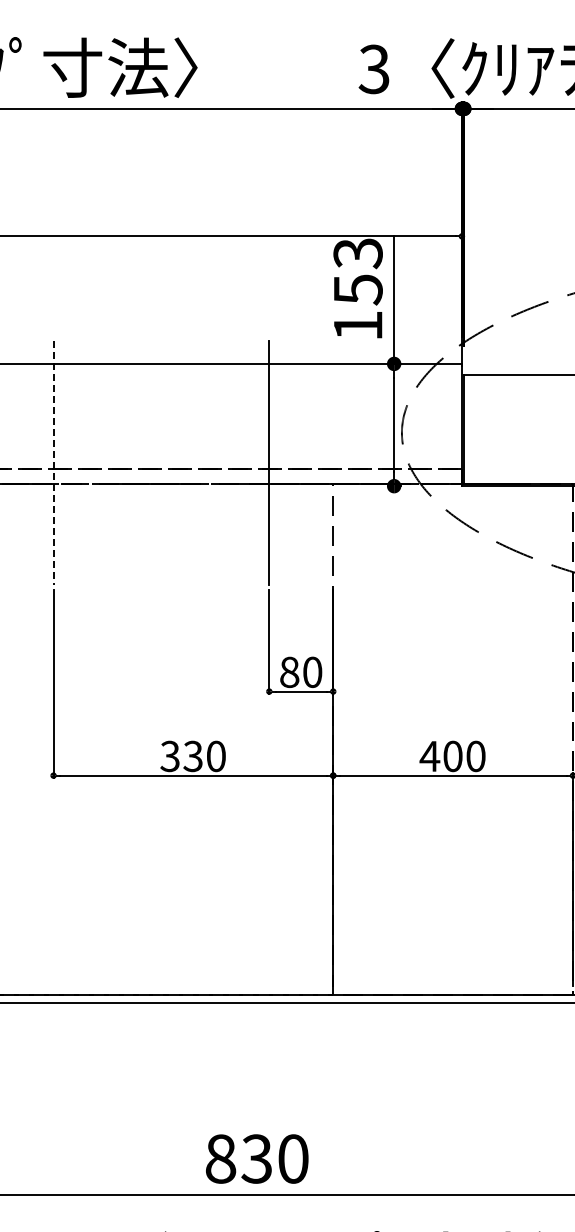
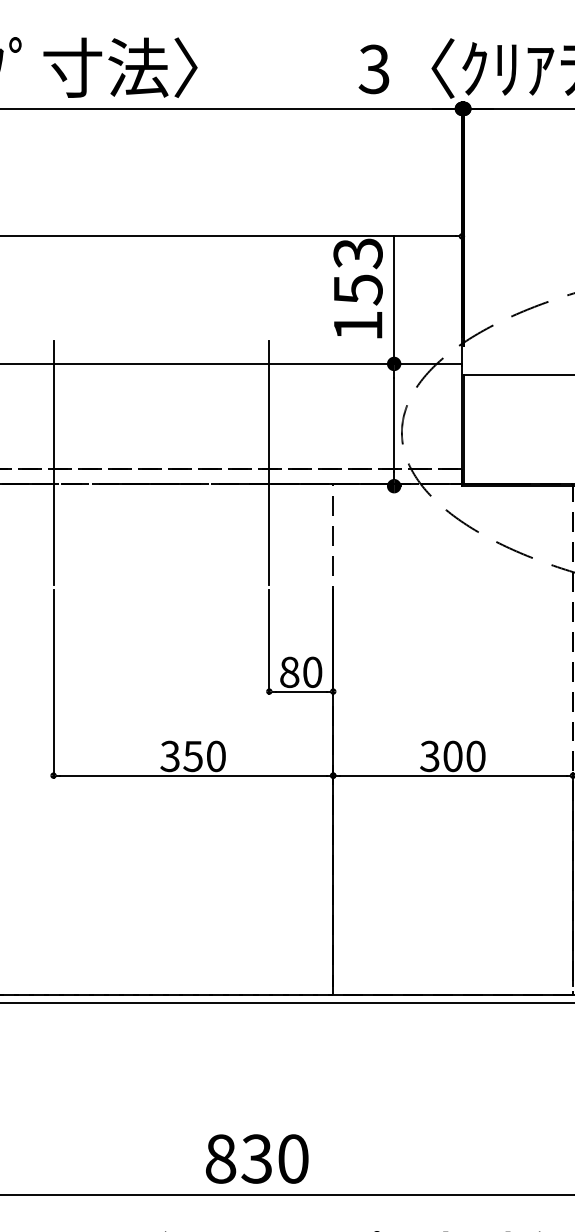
line at (53, 462): dashed -> solid
text at (192, 755): 330 -> 350
text at (429, 756): 400 -> 300
